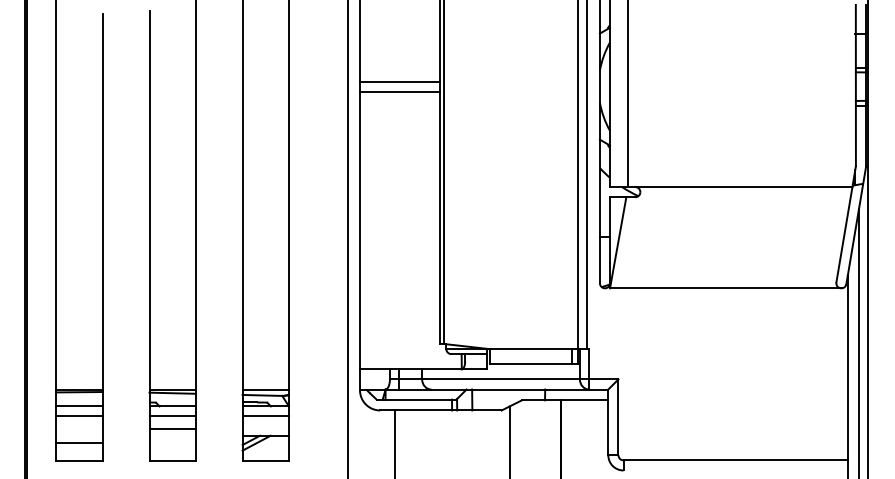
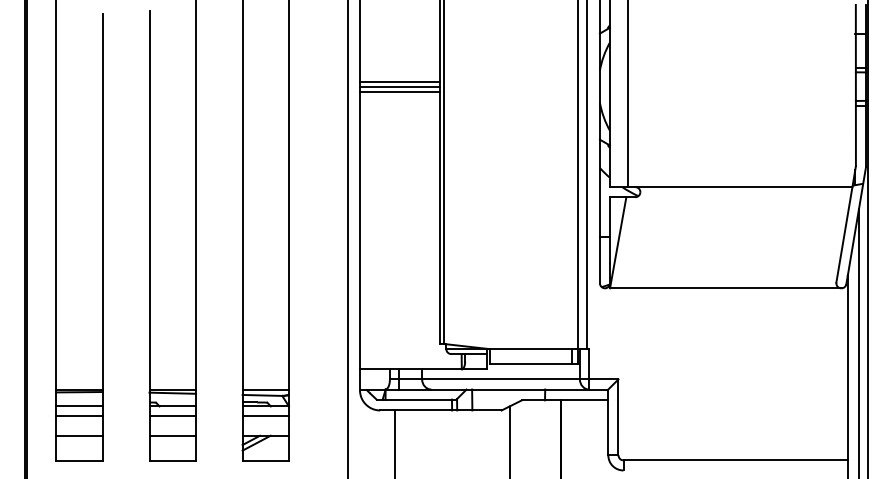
line at (399, 86): none -> present
line at (172, 428) position: (172, 428) -> (172, 435)
line at (79, 442) position: (79, 442) -> (79, 435)
